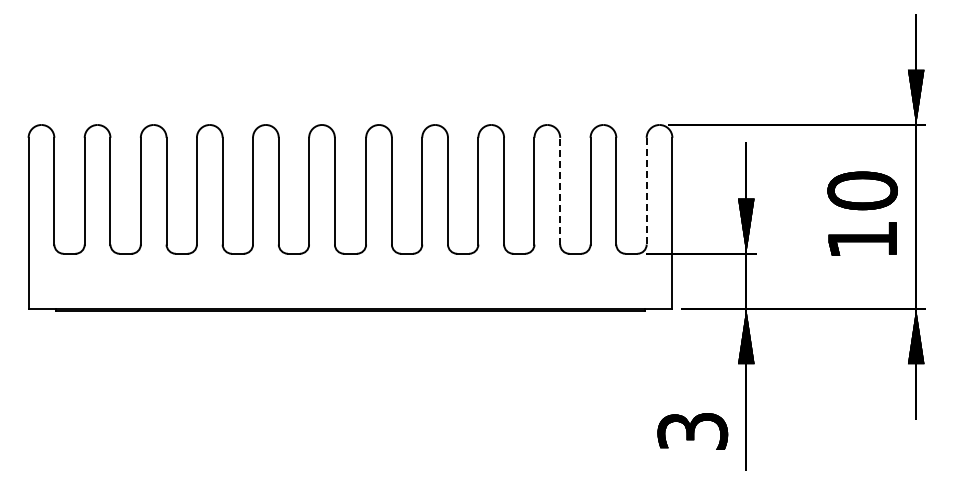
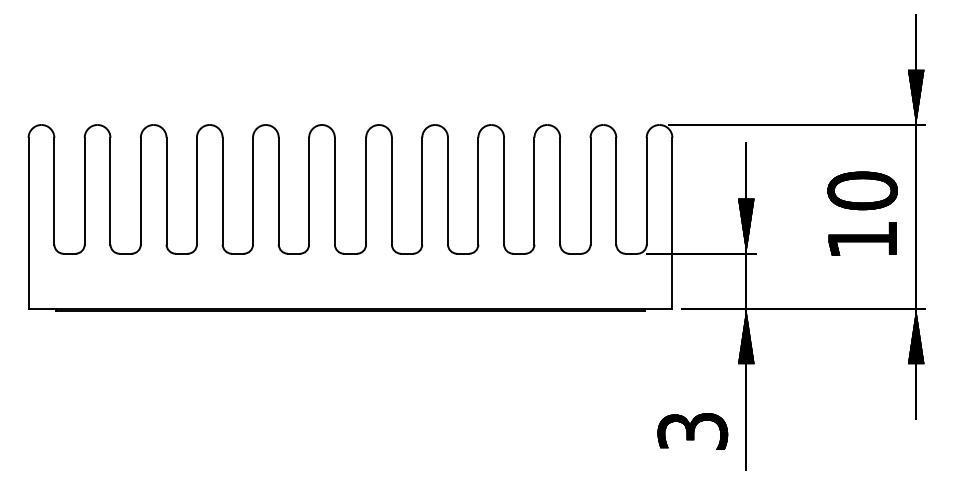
line at (560, 190): dashed -> solid
line at (646, 191): dashed -> solid
